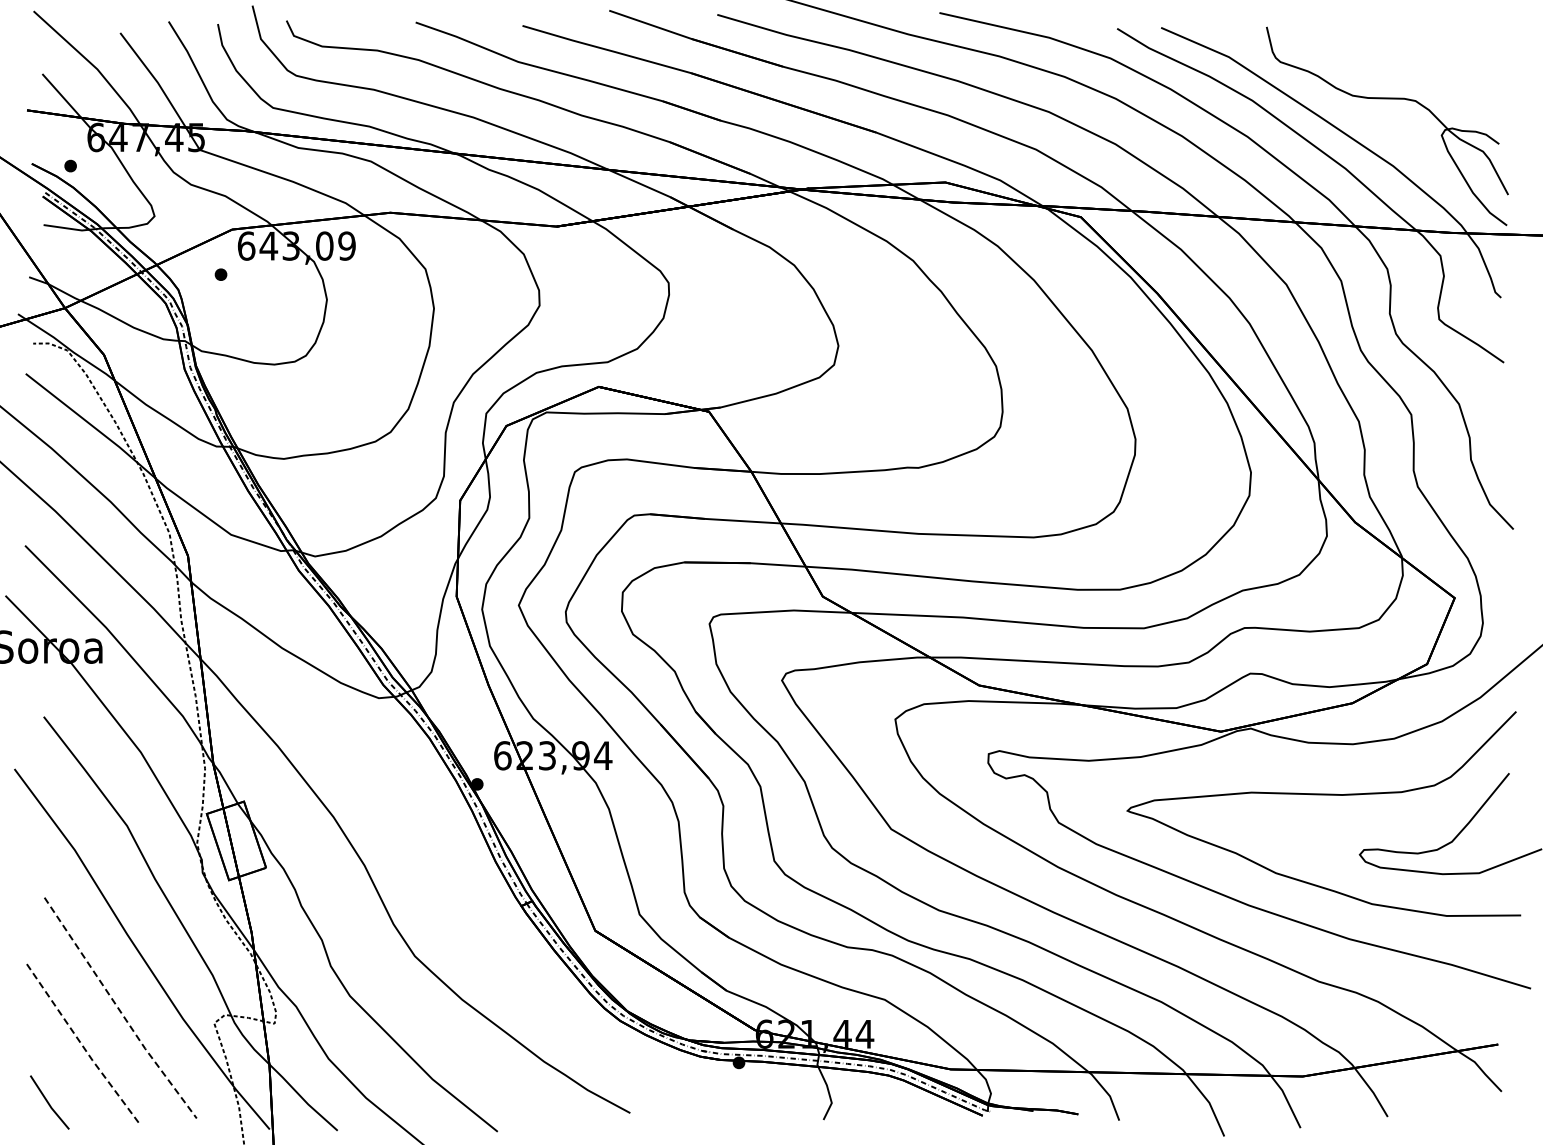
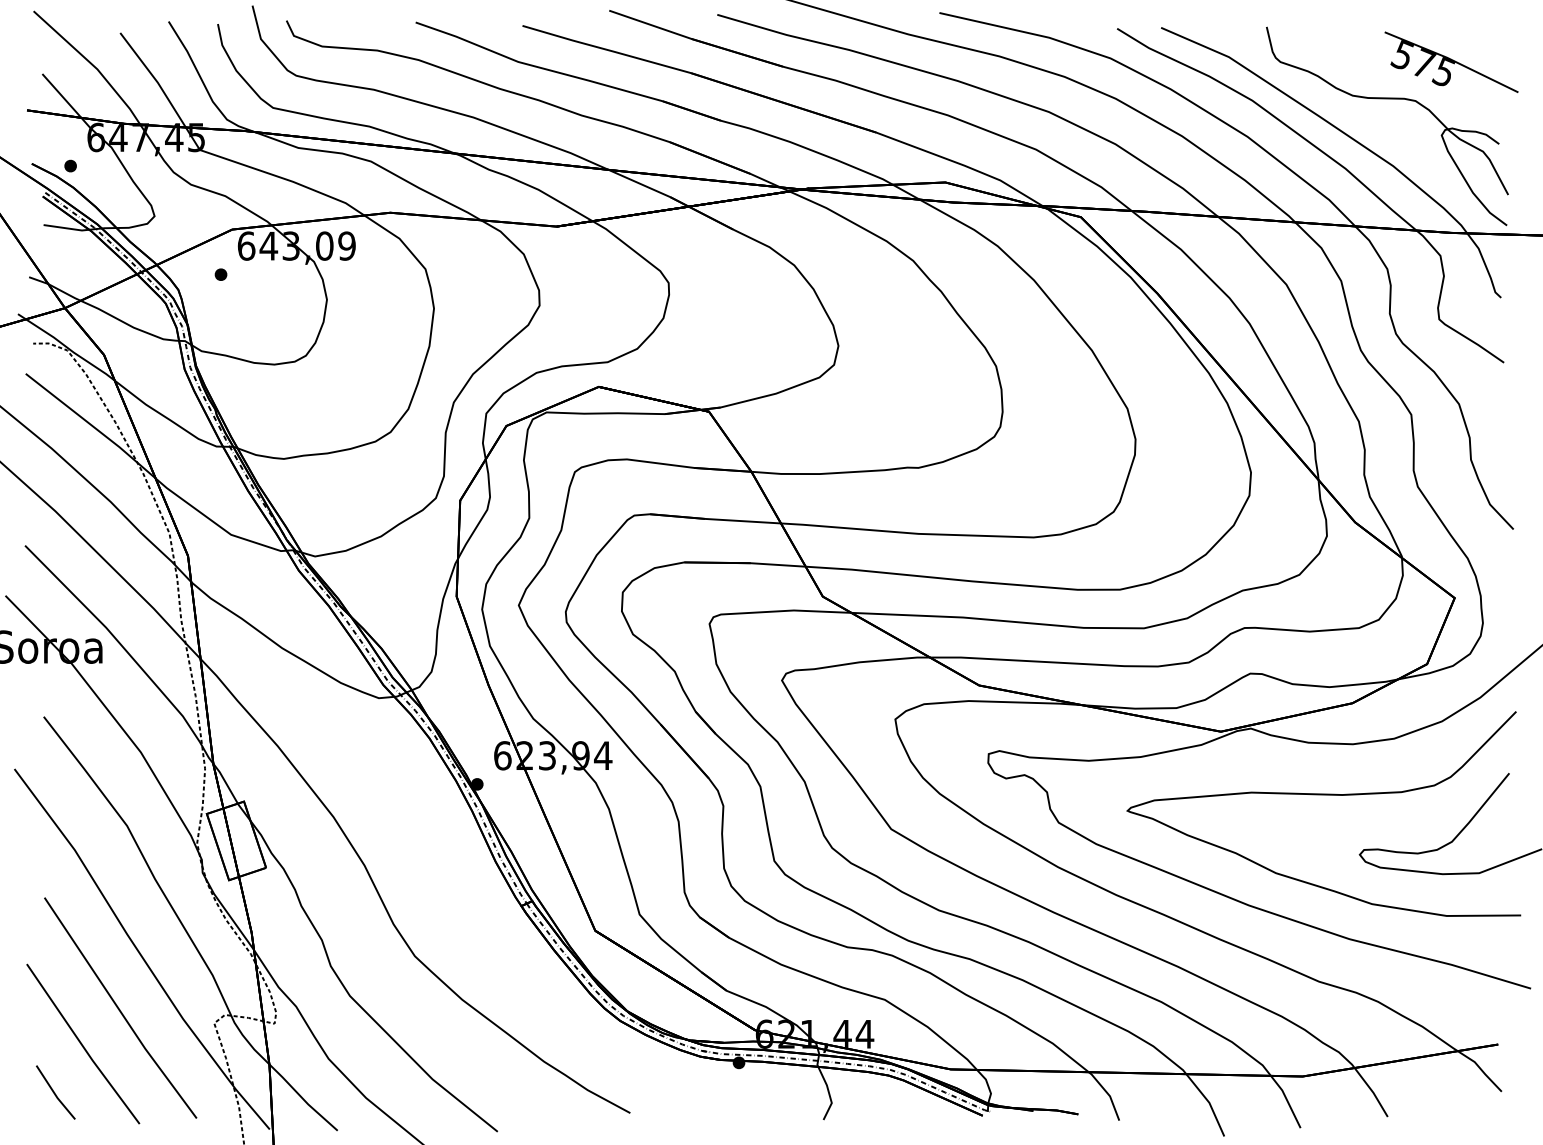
part at (1451, 61): none -> present
line at (119, 1009): dashed -> solid
line at (82, 1045): dashed -> solid
line at (49, 1102) position: (49, 1102) -> (55, 1092)
